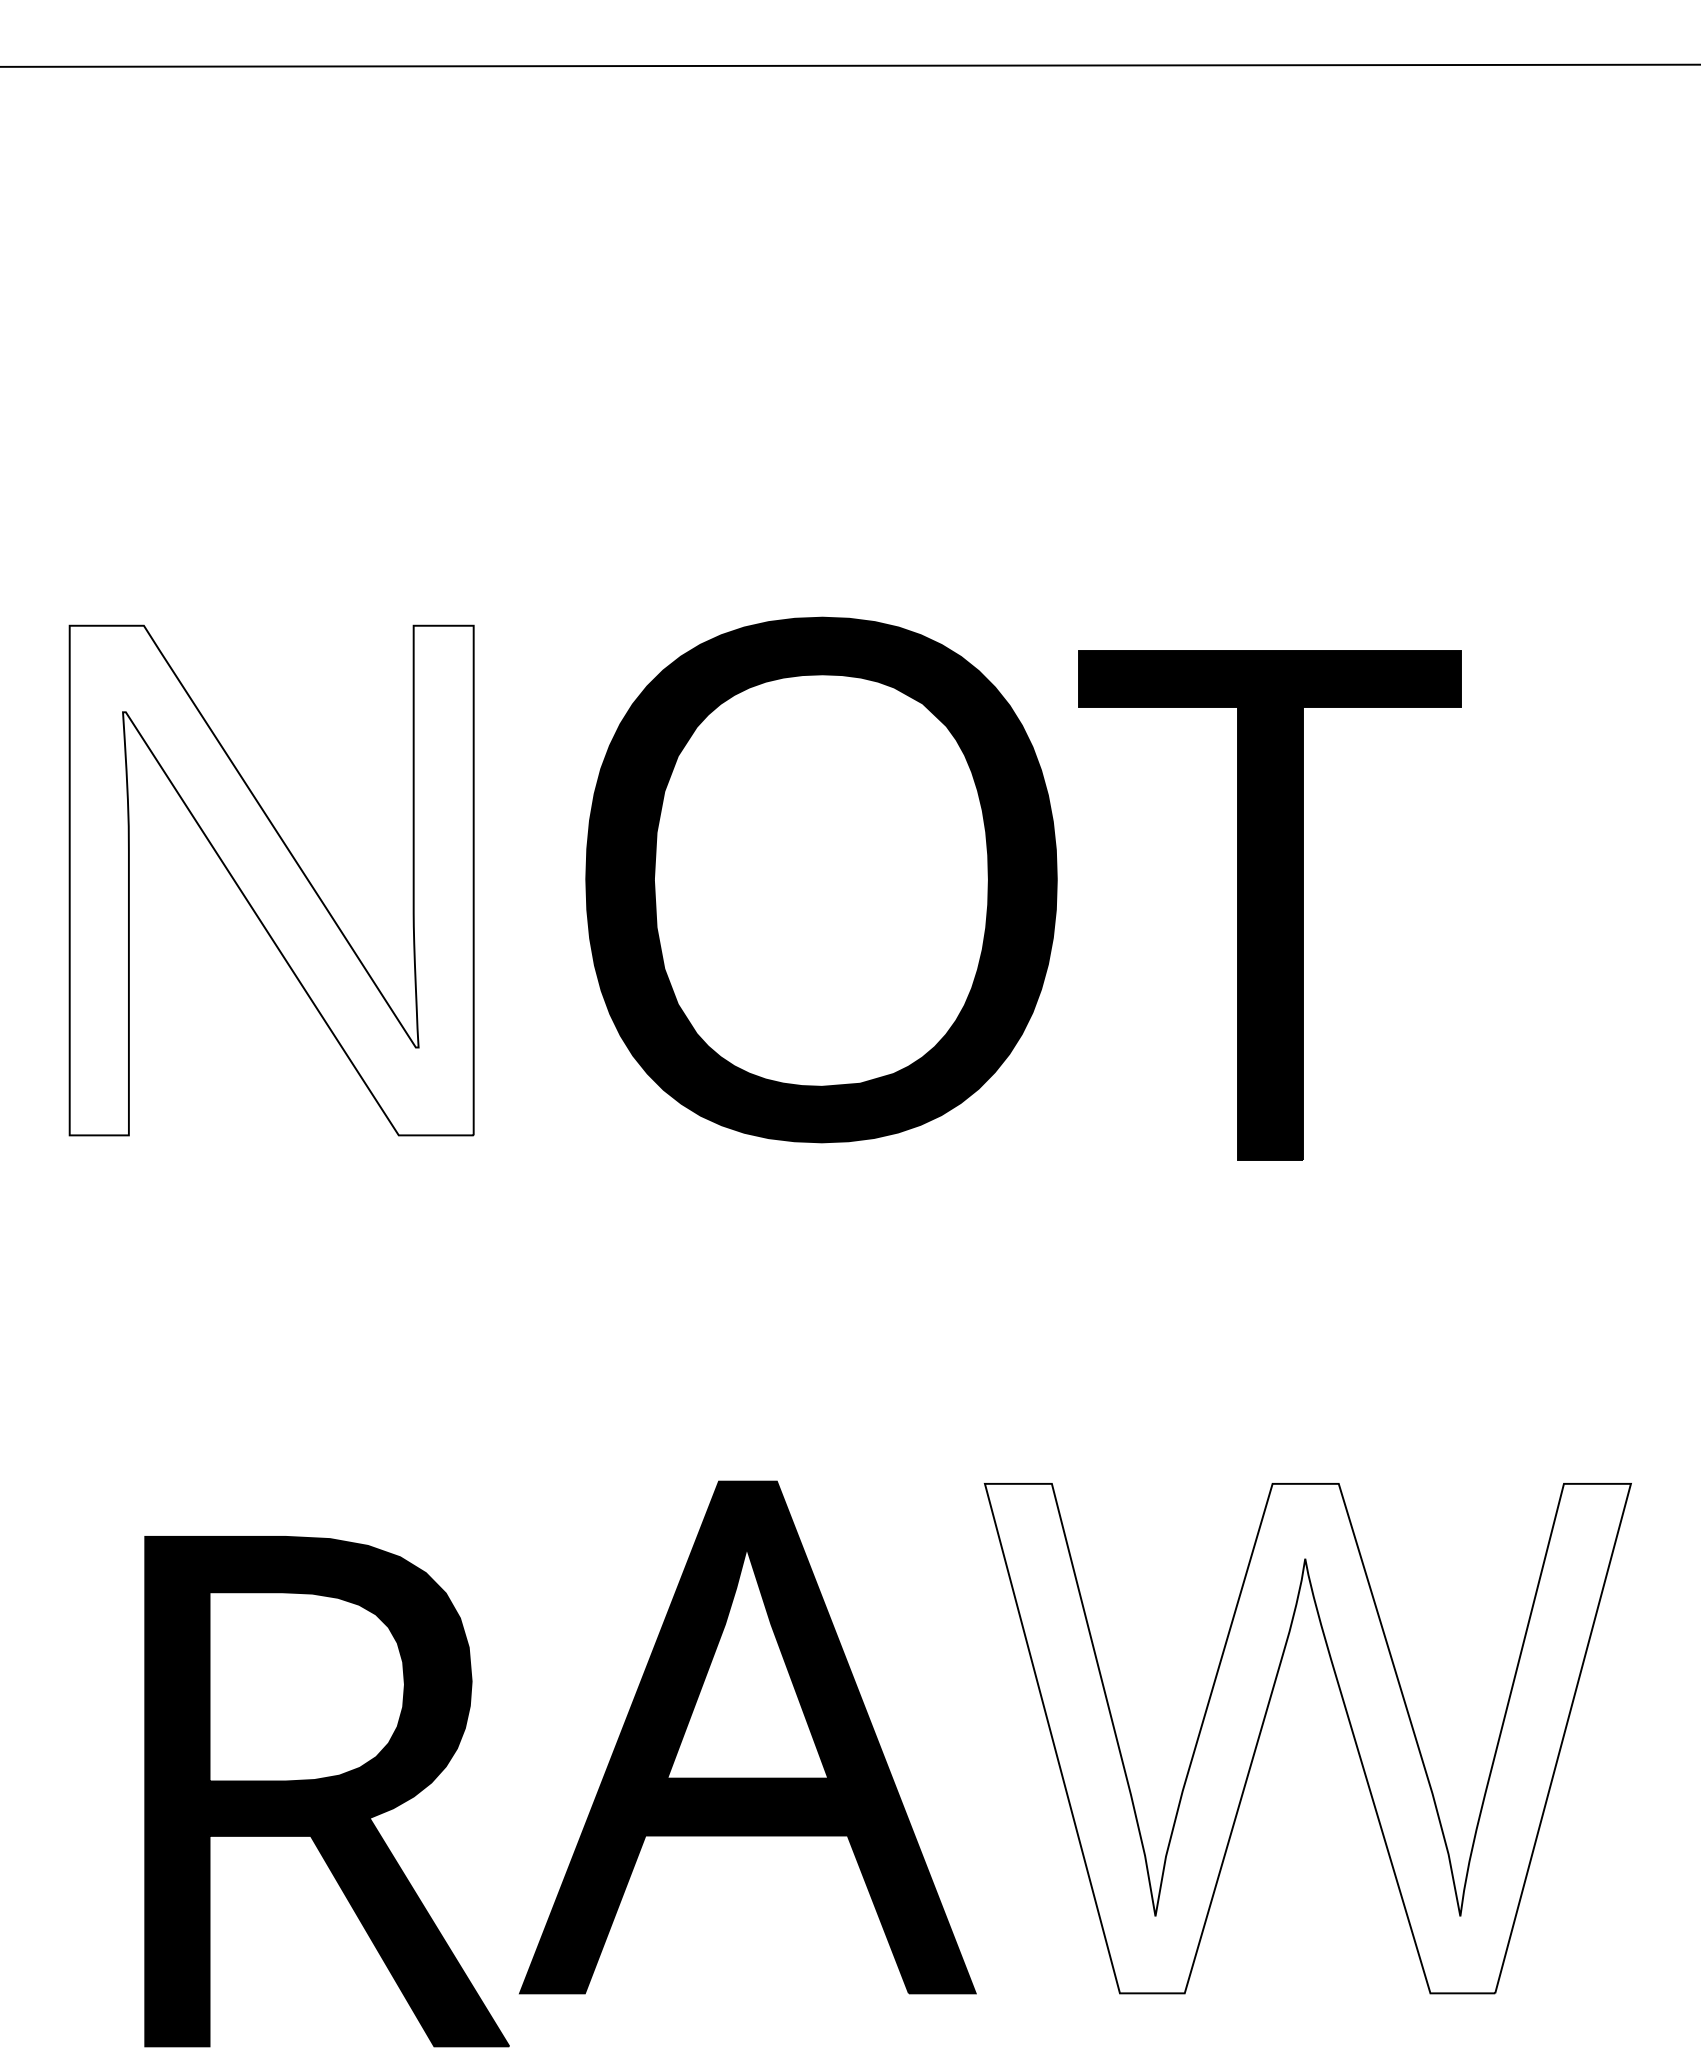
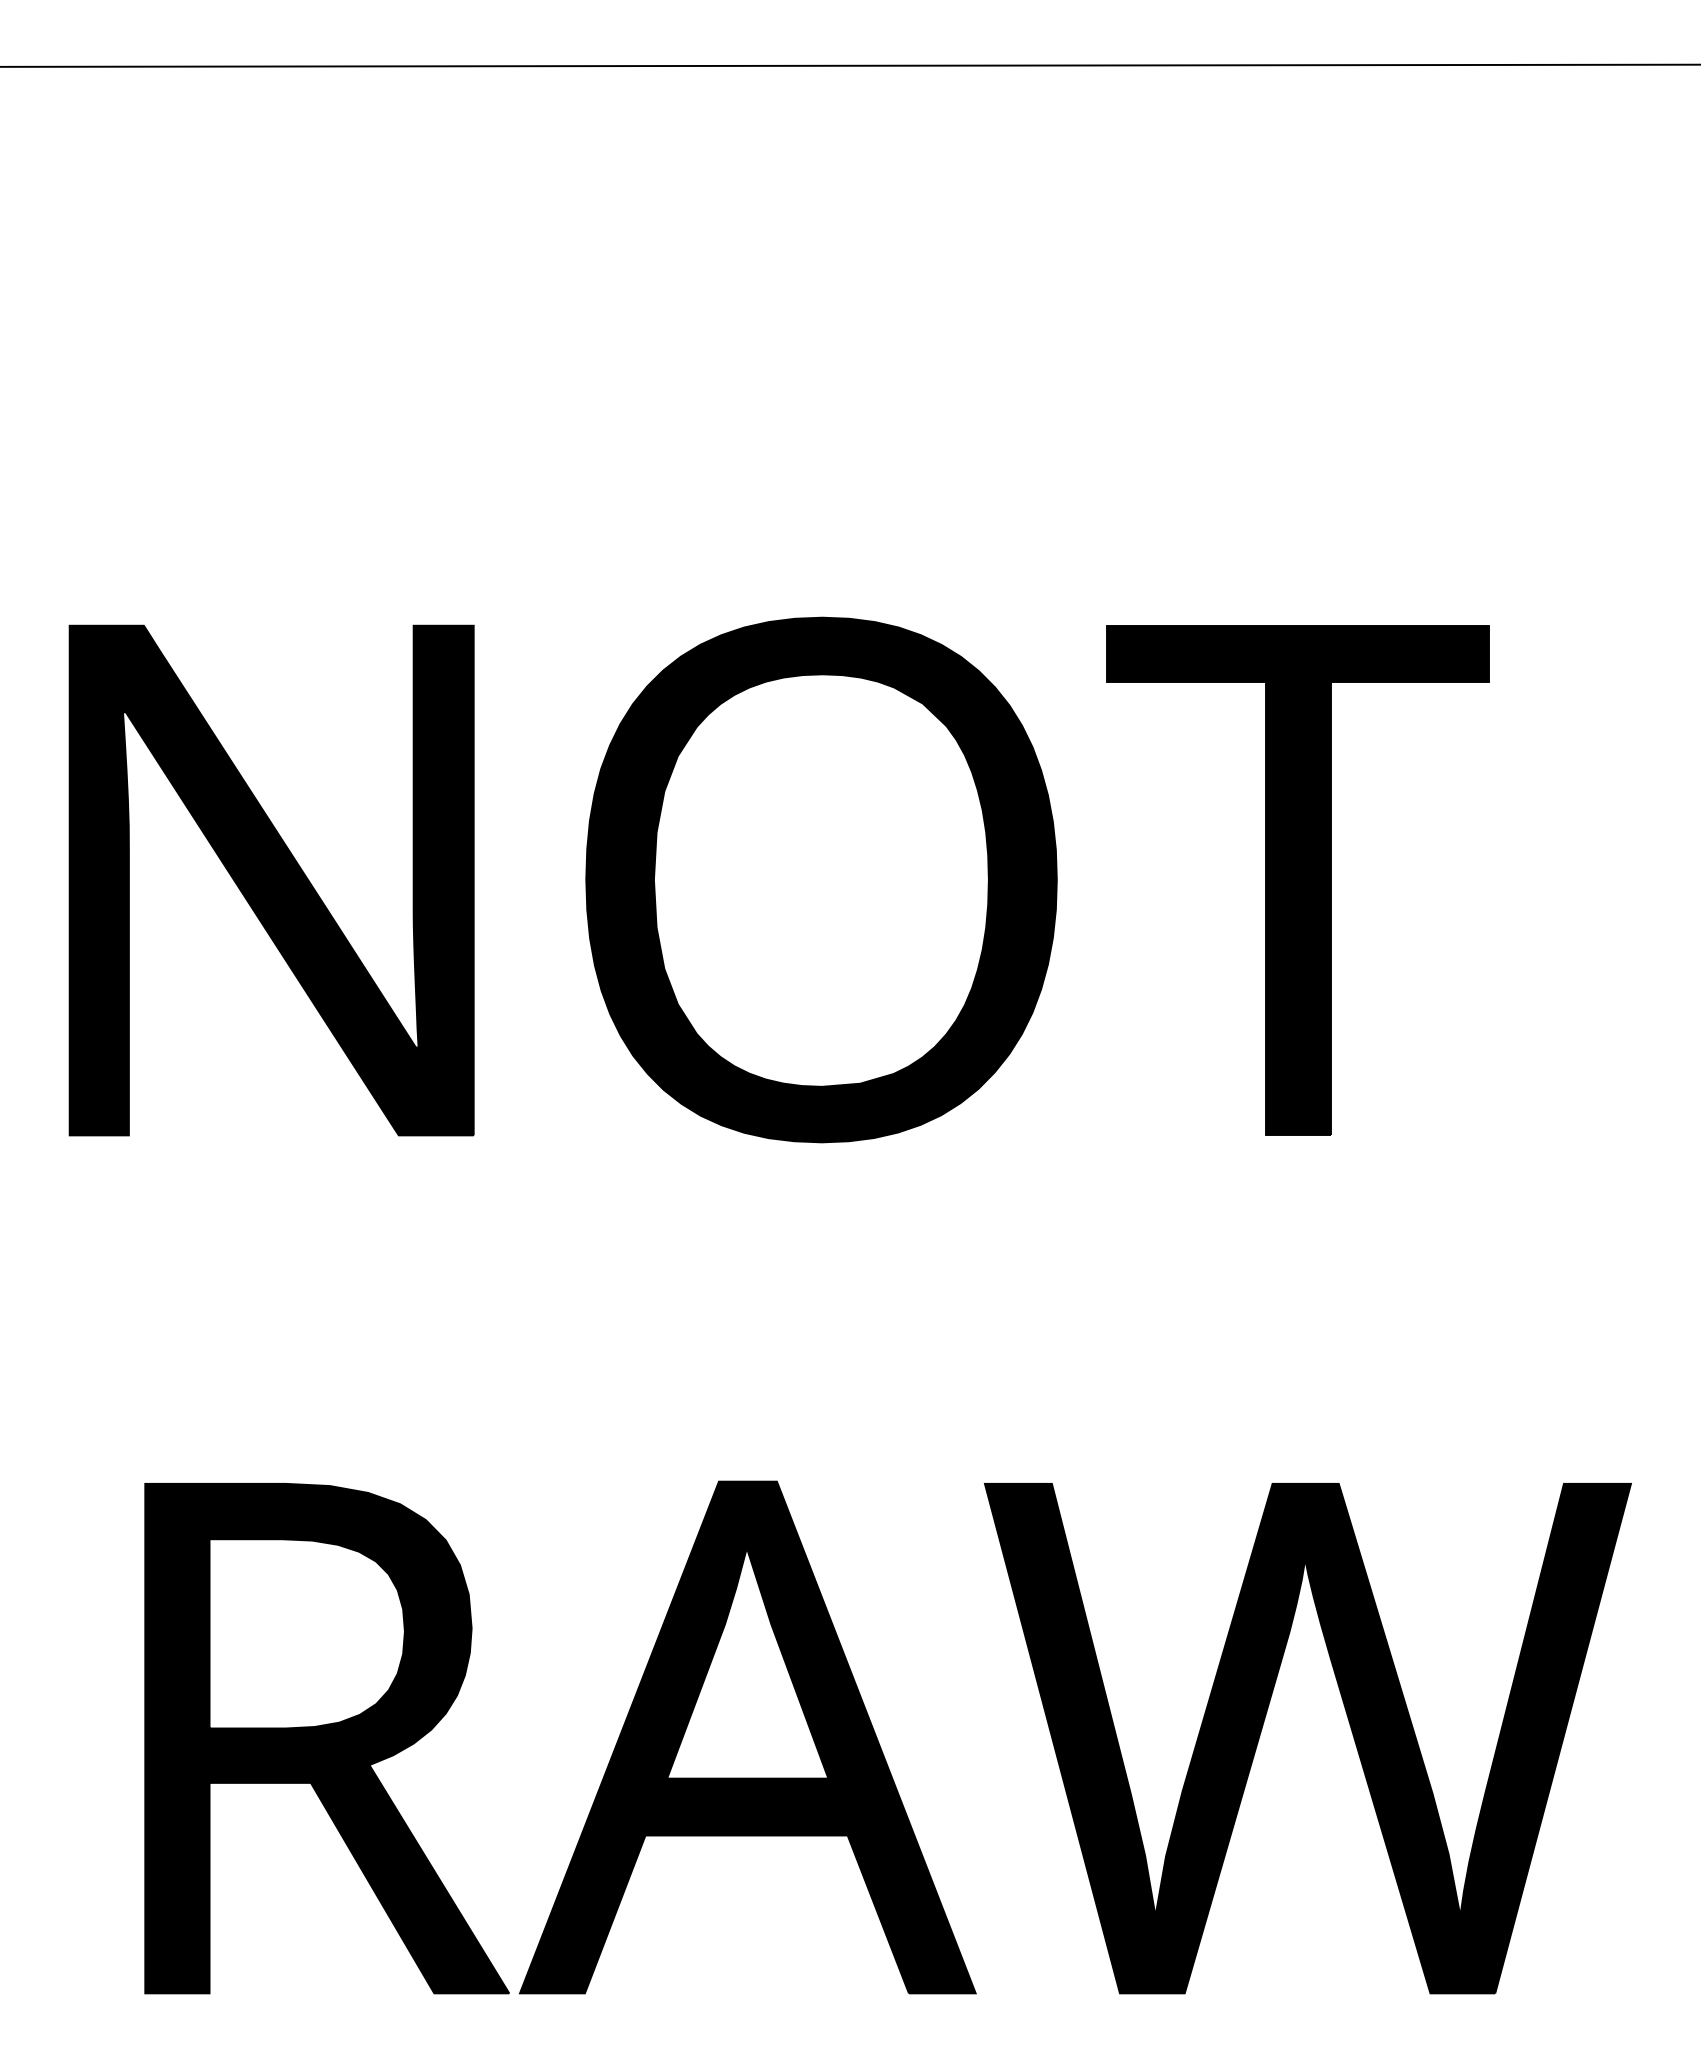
fill at (271, 880): none -> present
part at (1269, 905) position: (1269, 905) -> (1297, 880)
fill at (1307, 1738): none -> present
part at (326, 1791) position: (326, 1791) -> (326, 1738)
